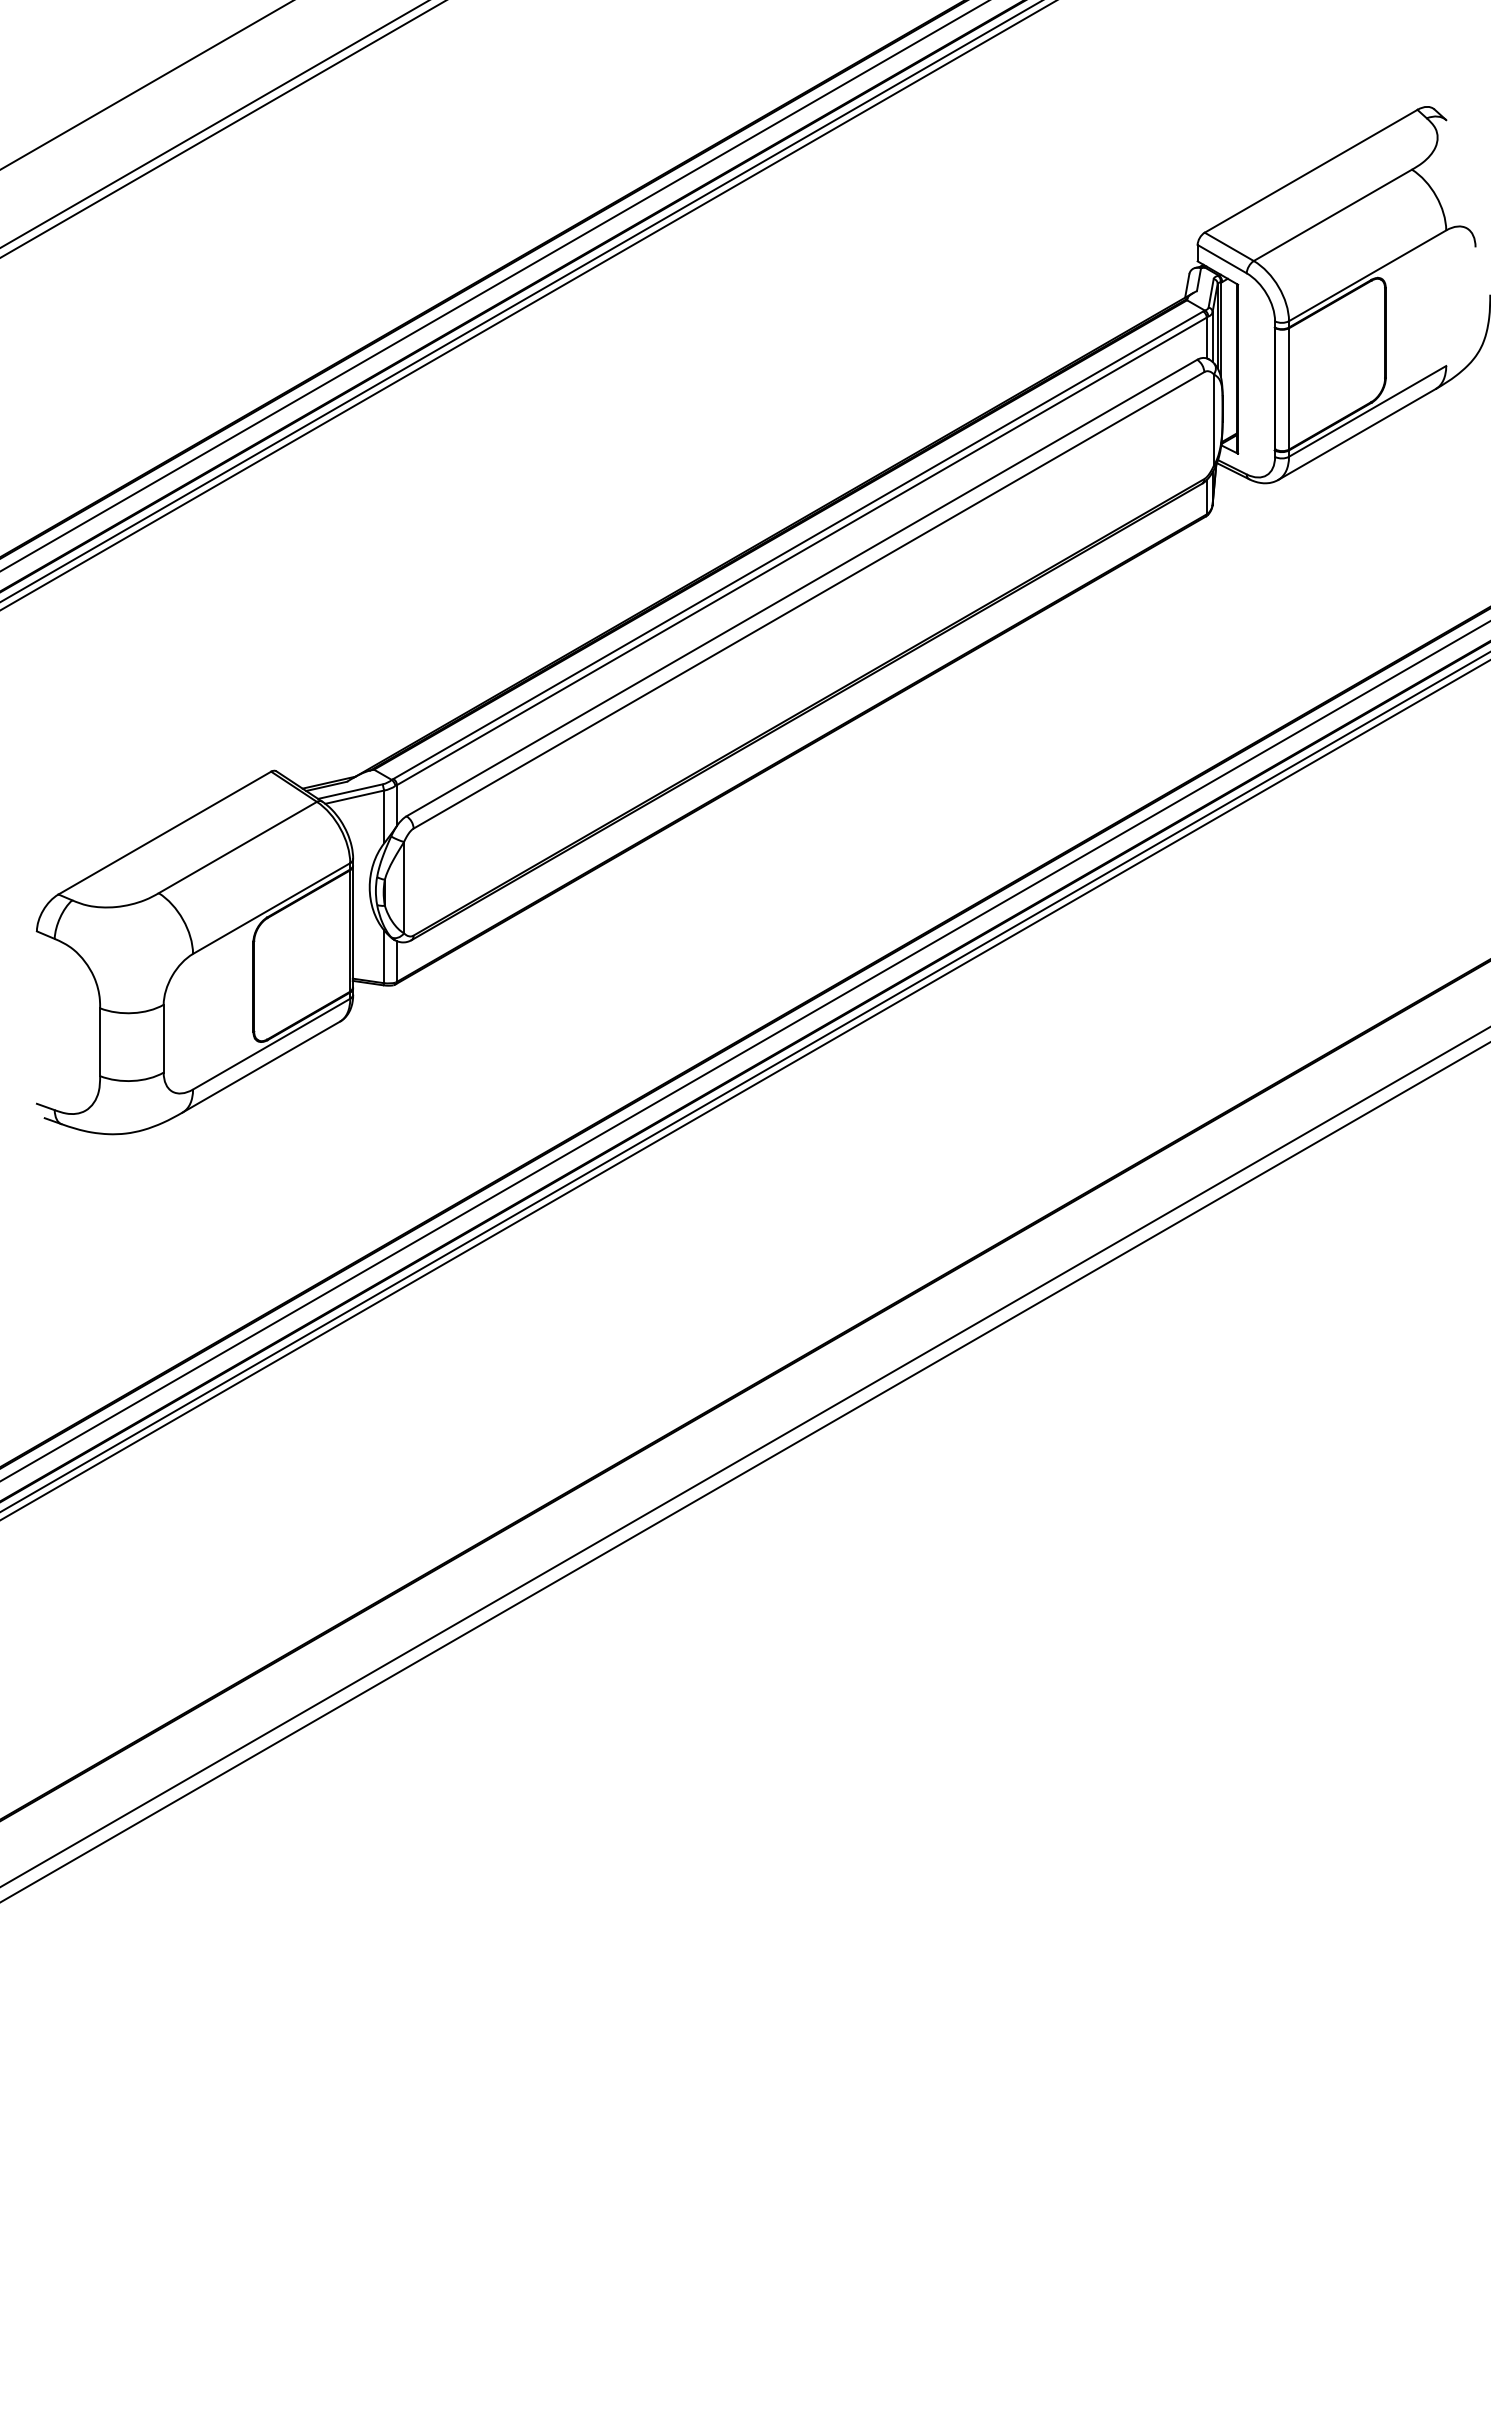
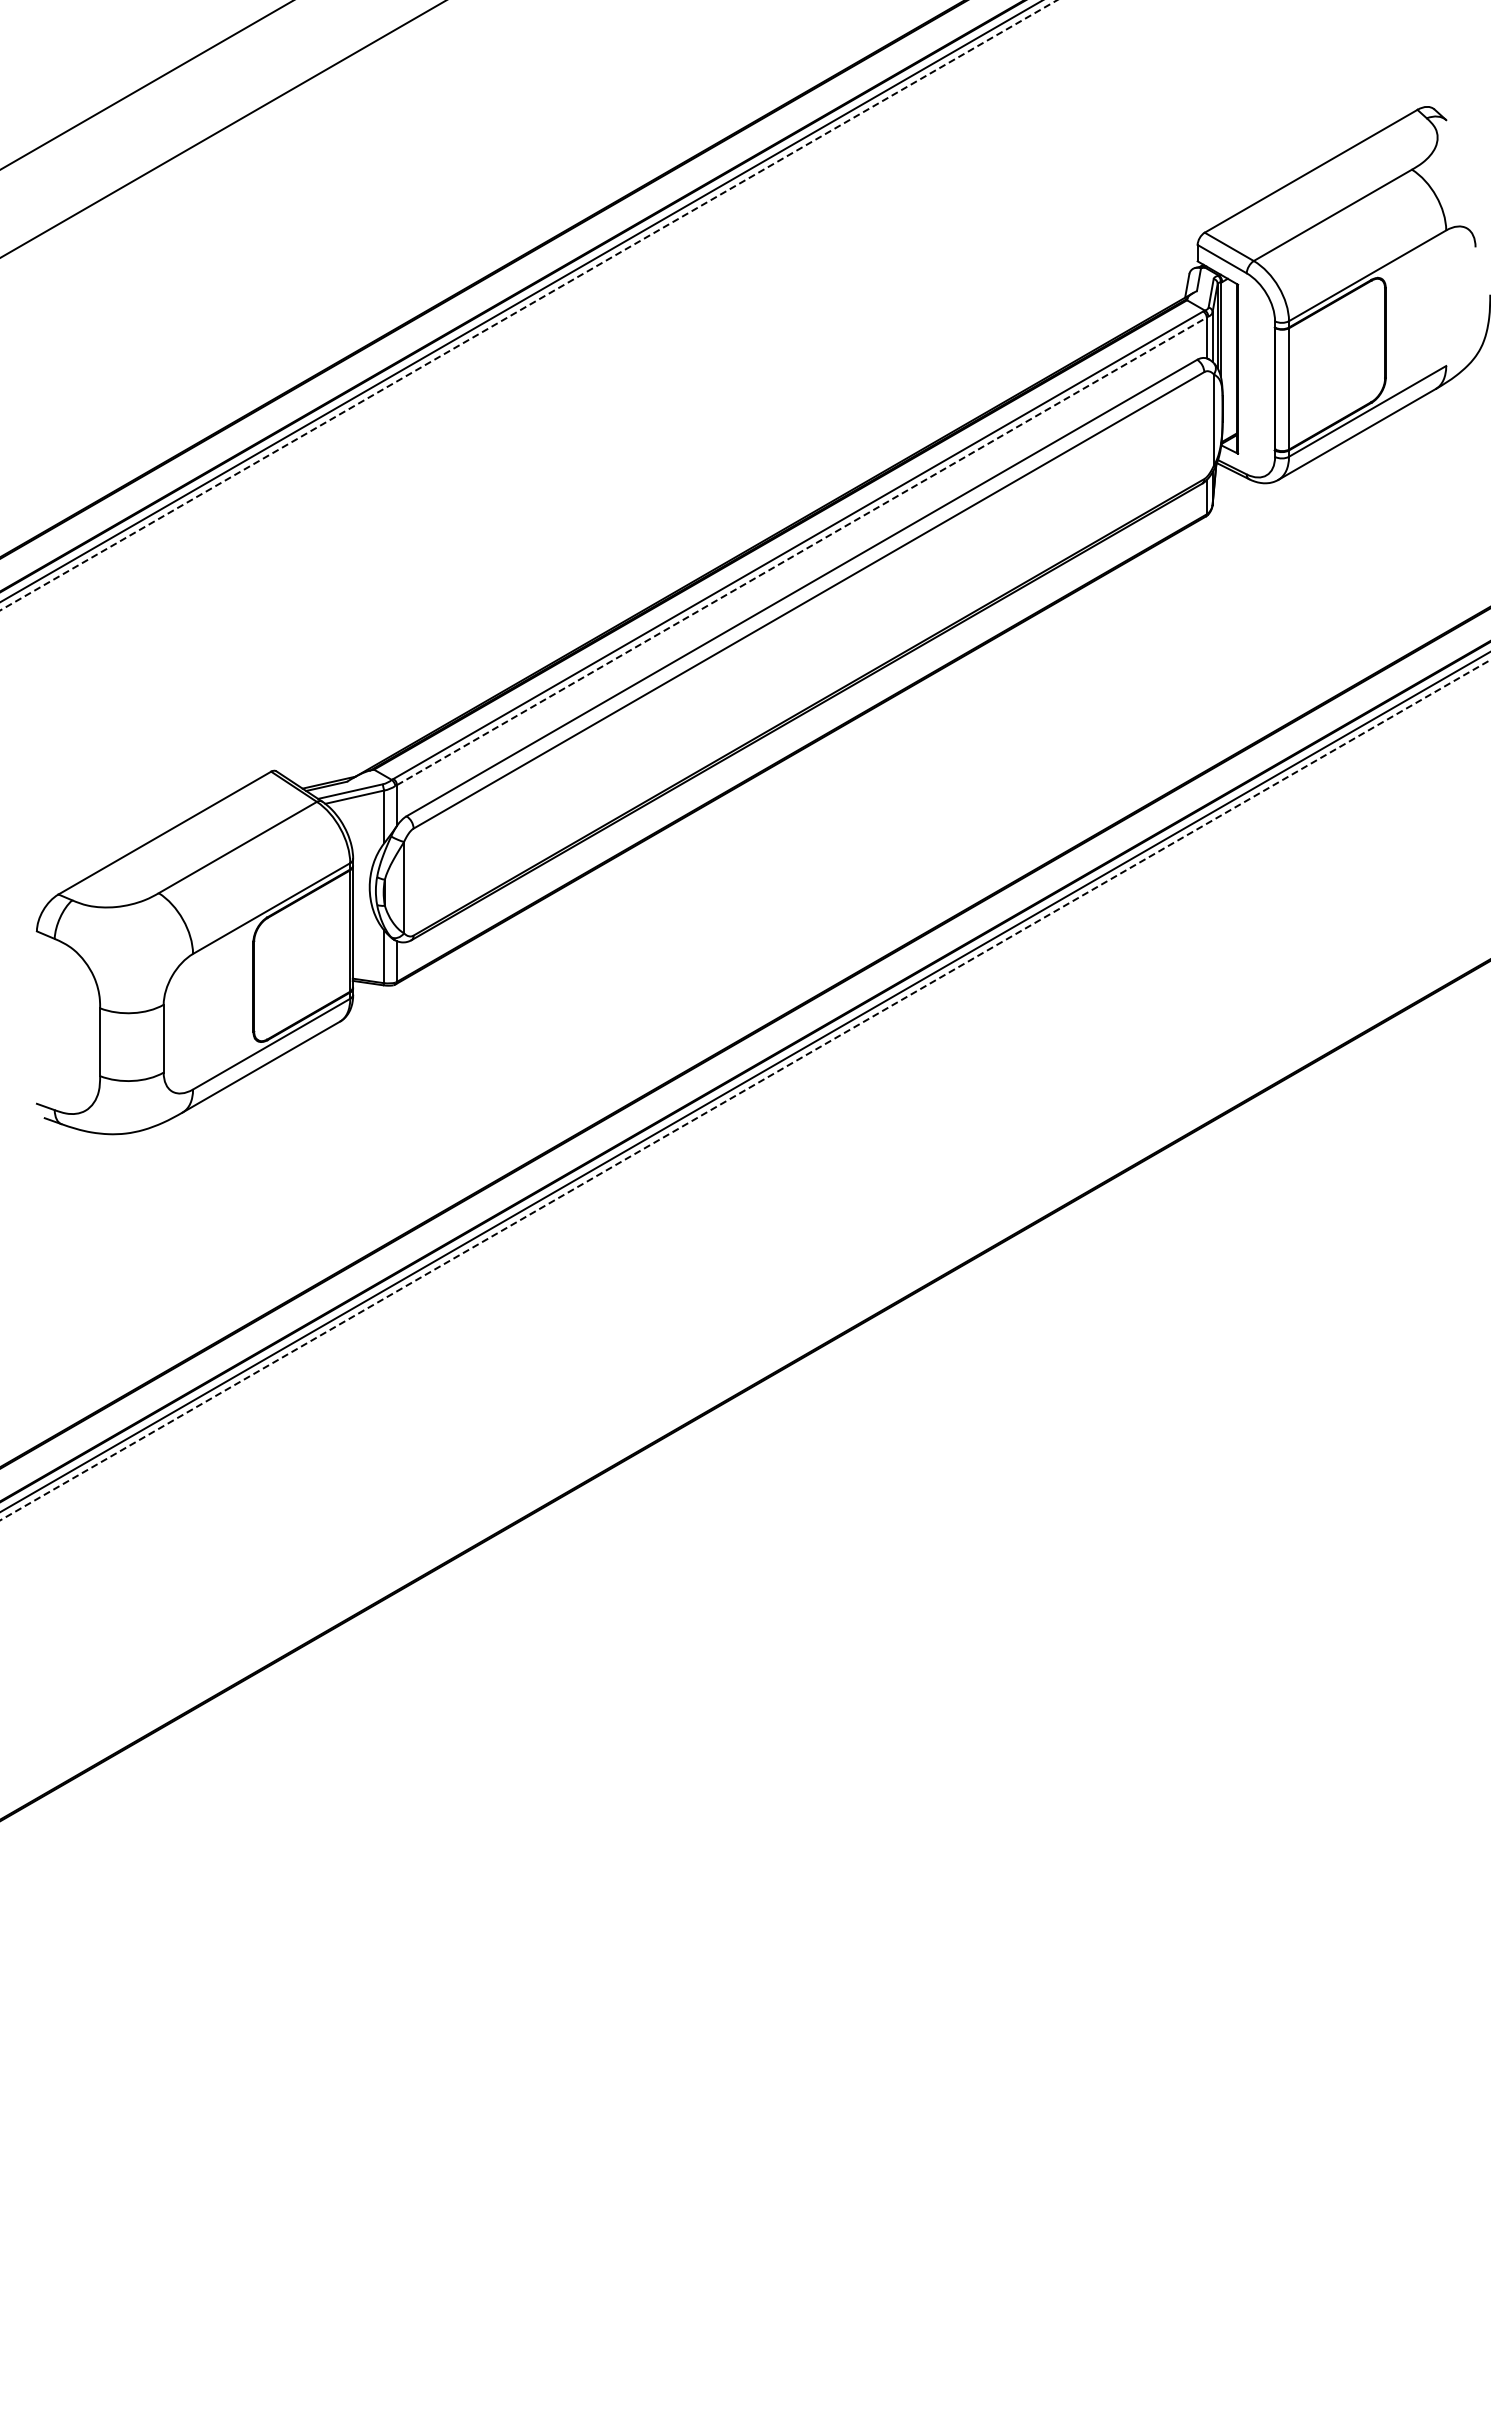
line at (214, 124): present -> none
line at (494, 286): present -> none
line at (528, 305): solid -> dashed
line at (801, 551): solid -> dashed
line at (744, 1051): present -> none
line at (744, 1090): solid -> dashed
line at (744, 1456): present -> none
line at (744, 1472): present -> none
